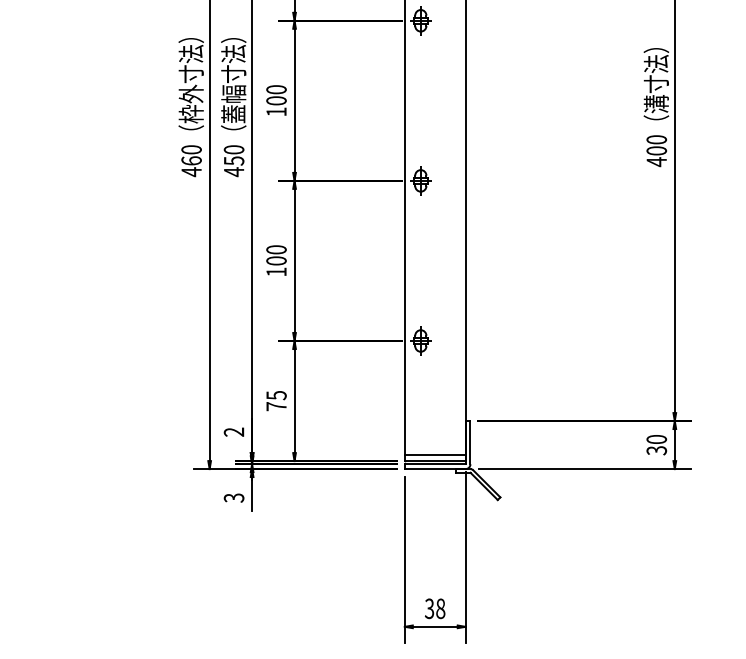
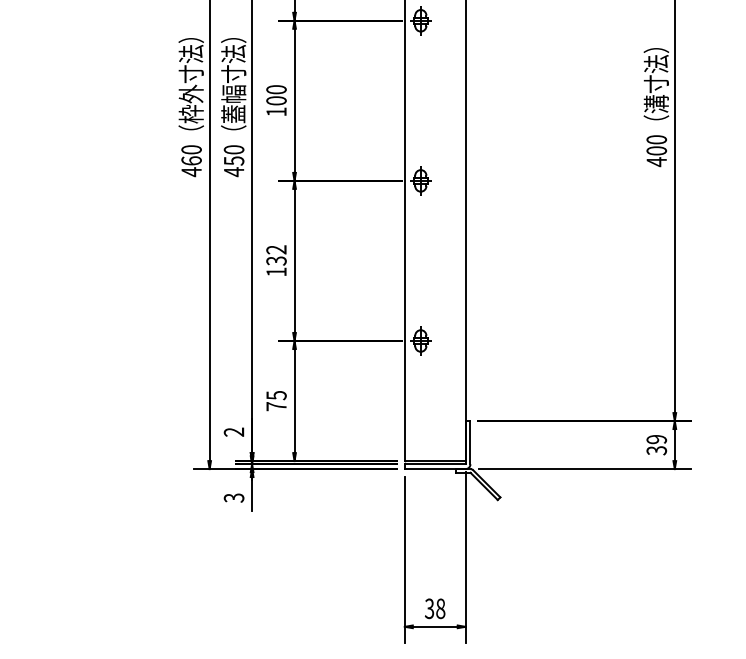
text at (276, 255): 100 -> 132
text at (656, 439): 30 -> 39
line at (434, 454): present -> none
